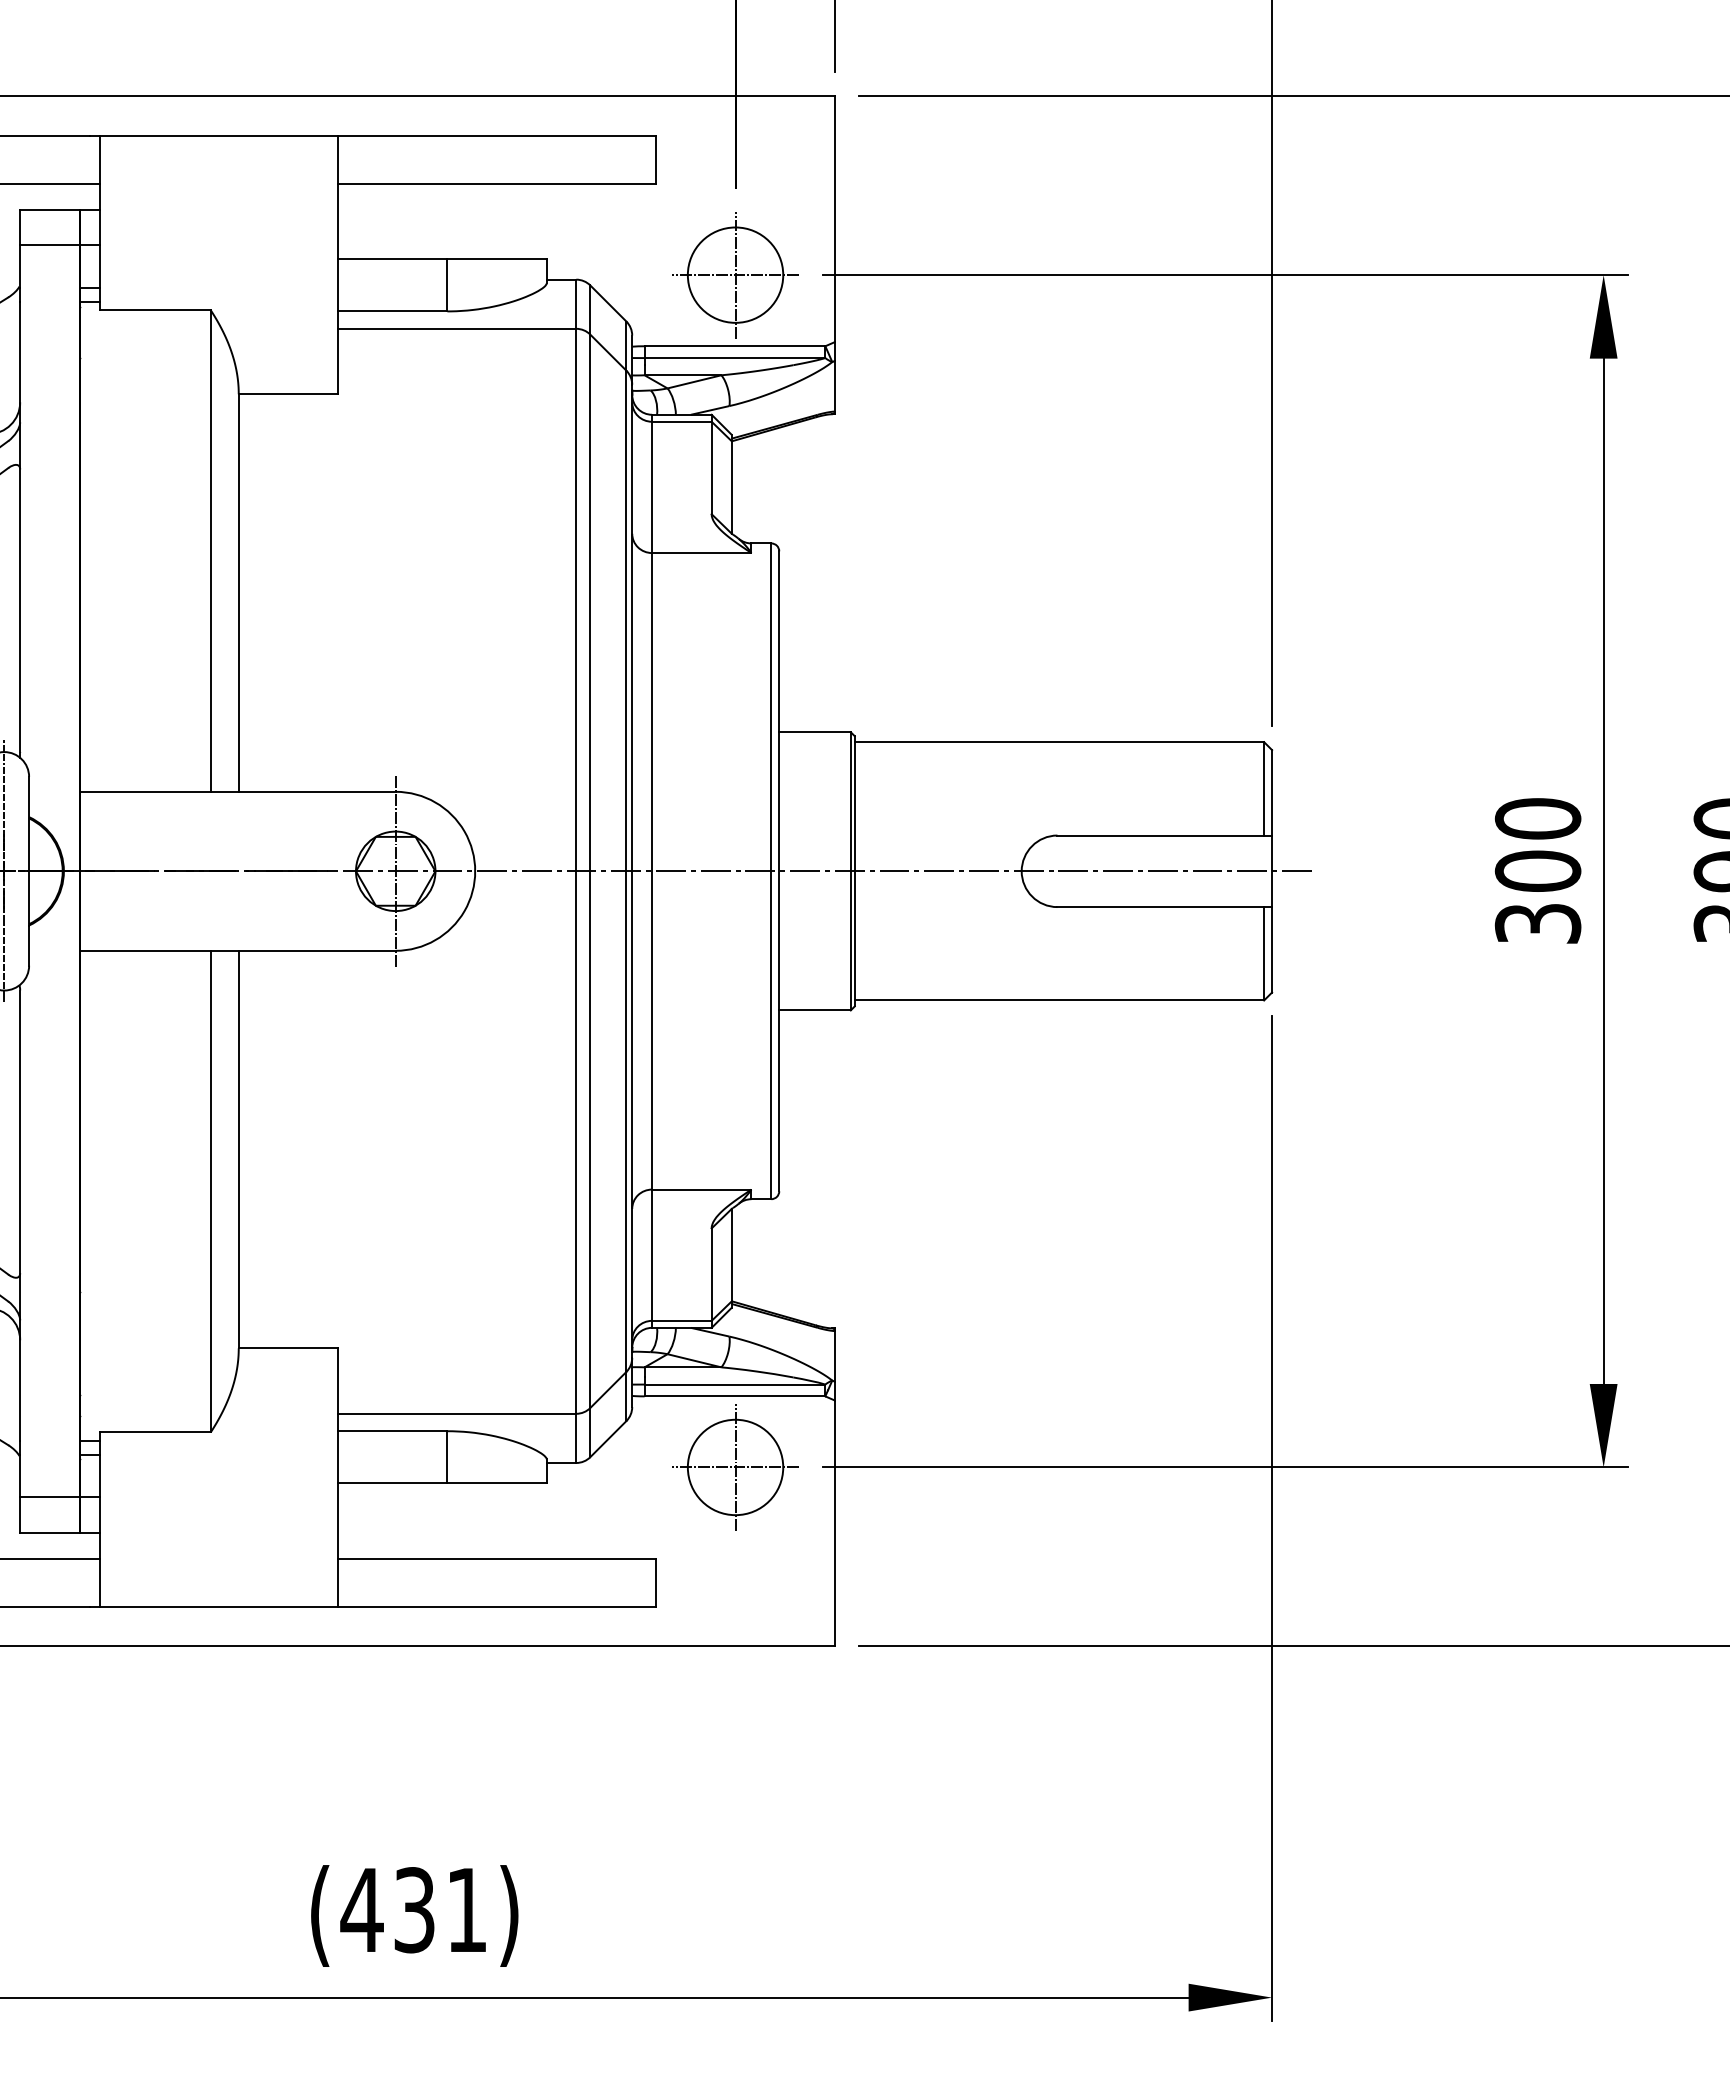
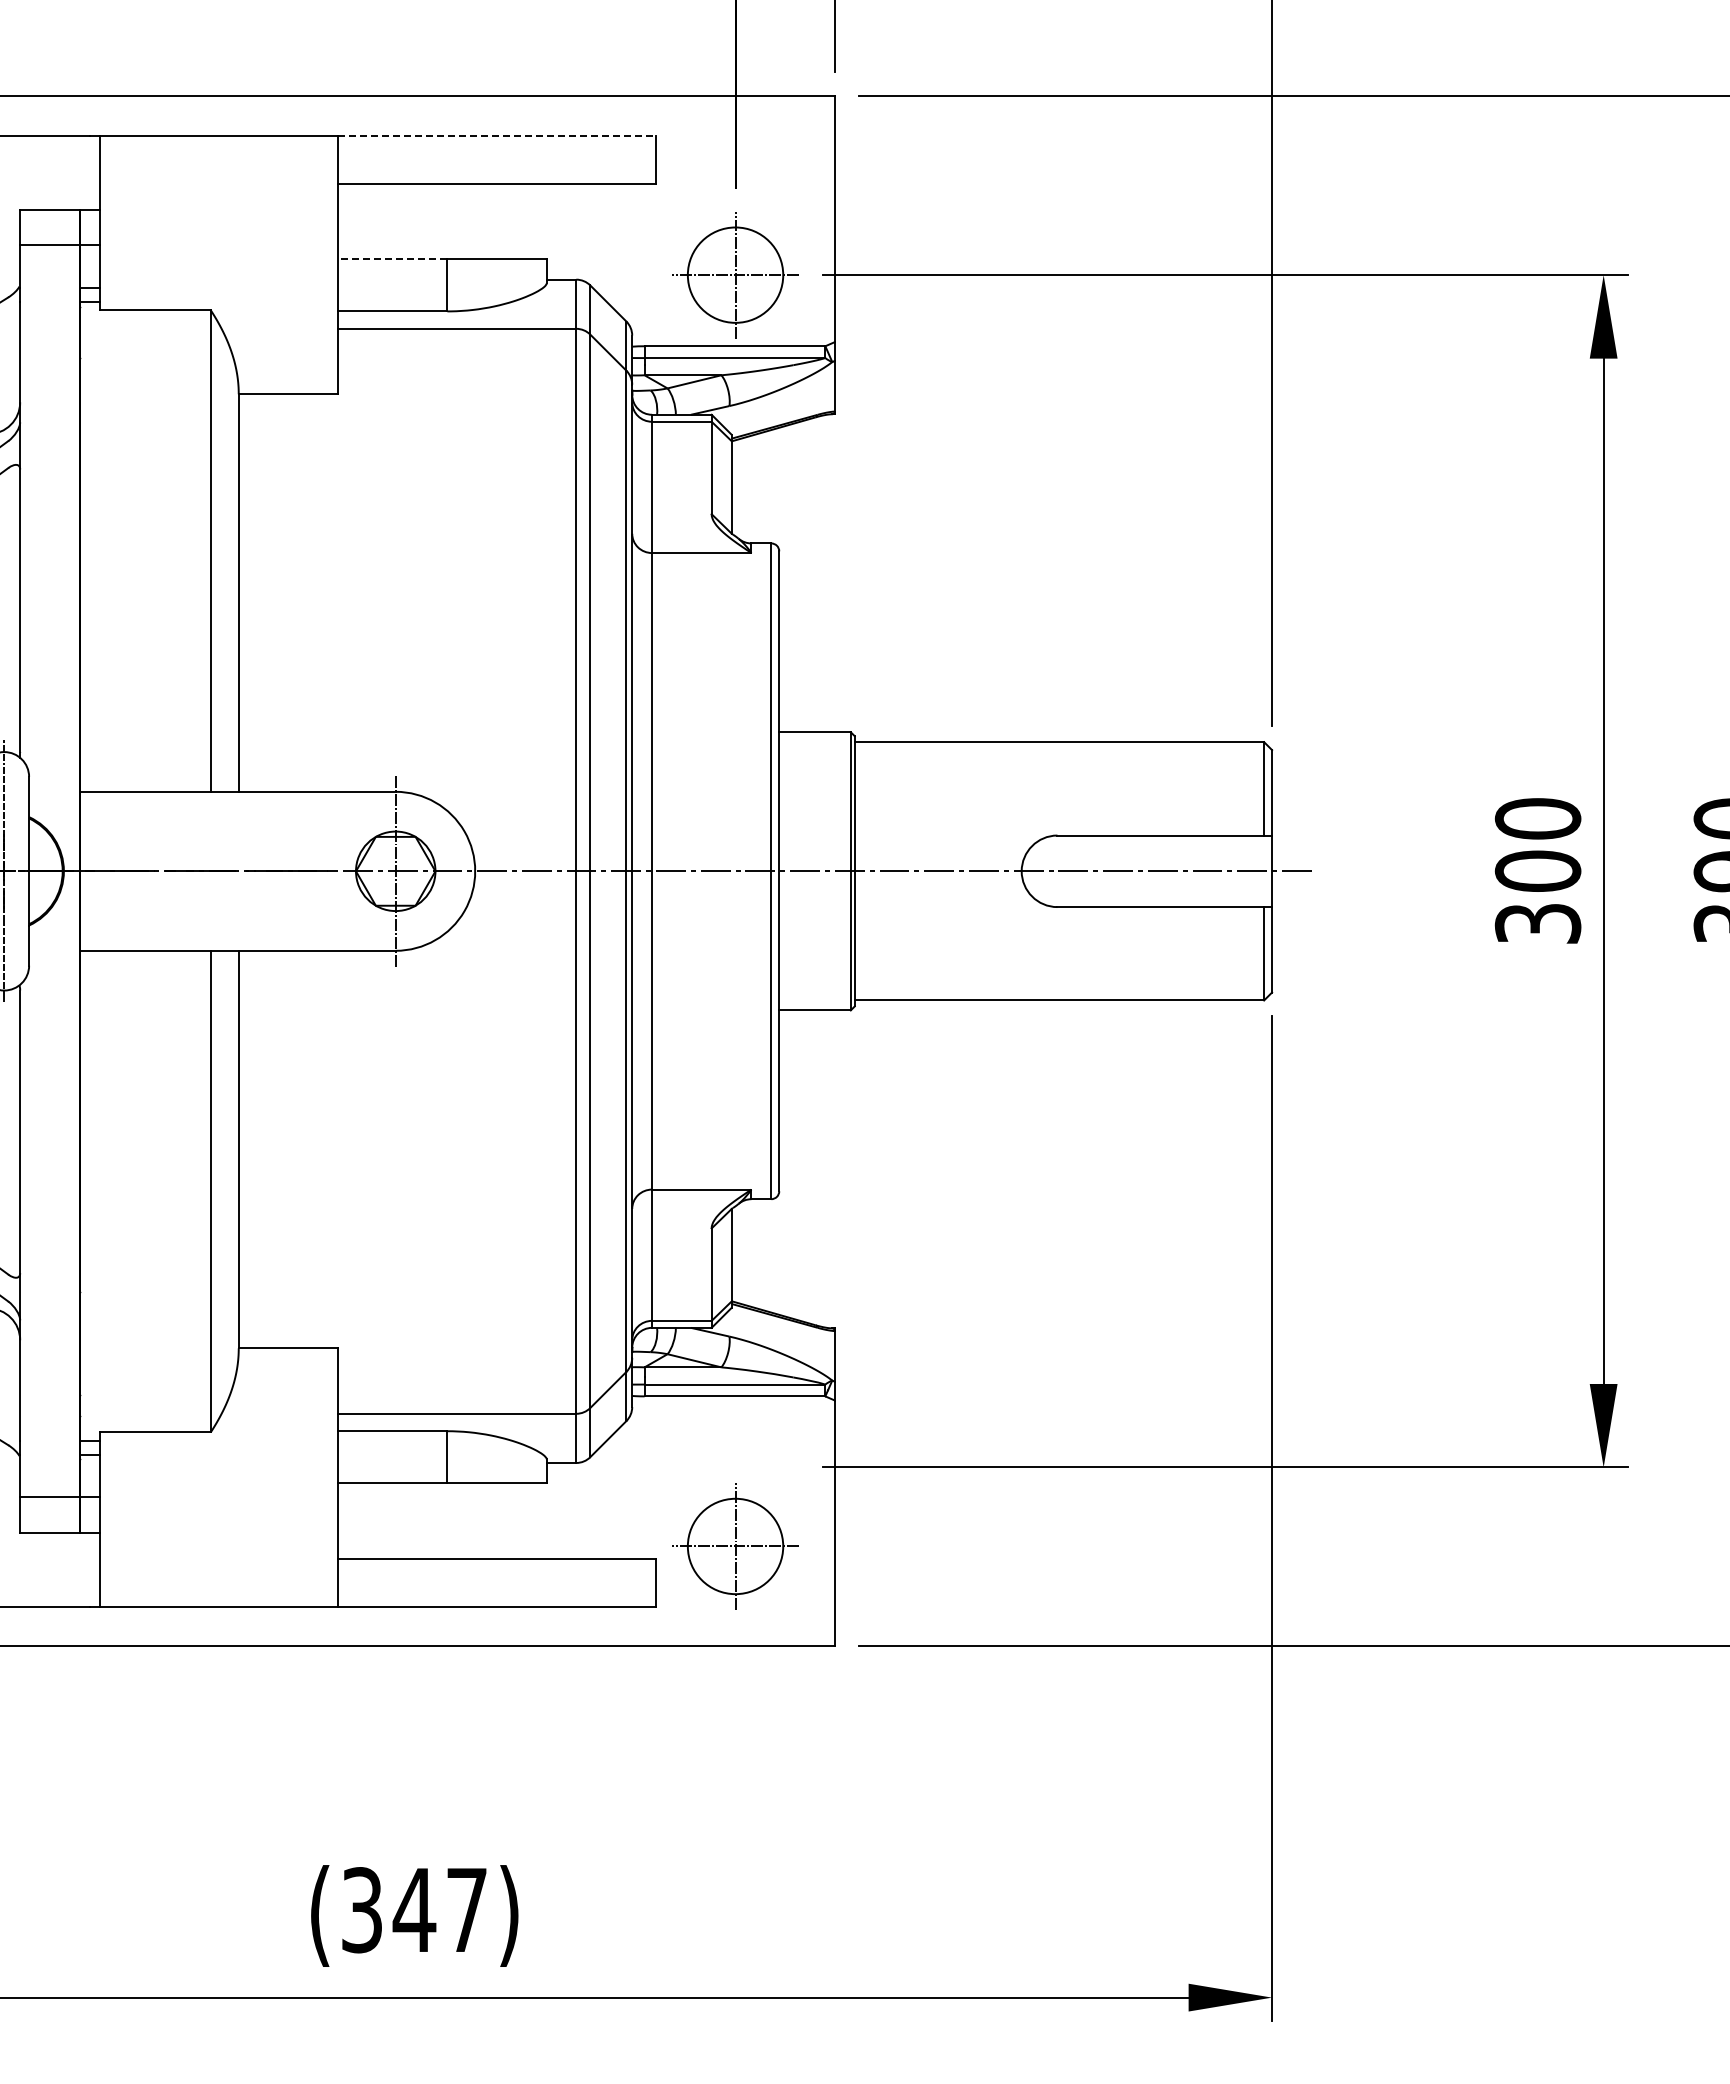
line at (497, 136): solid -> dashed
line at (50, 183): present -> none
line at (392, 259): solid -> dashed
part at (735, 1467) position: (735, 1467) -> (735, 1546)
line at (50, 1558): present -> none
text at (413, 1910): (431) -> (347)
